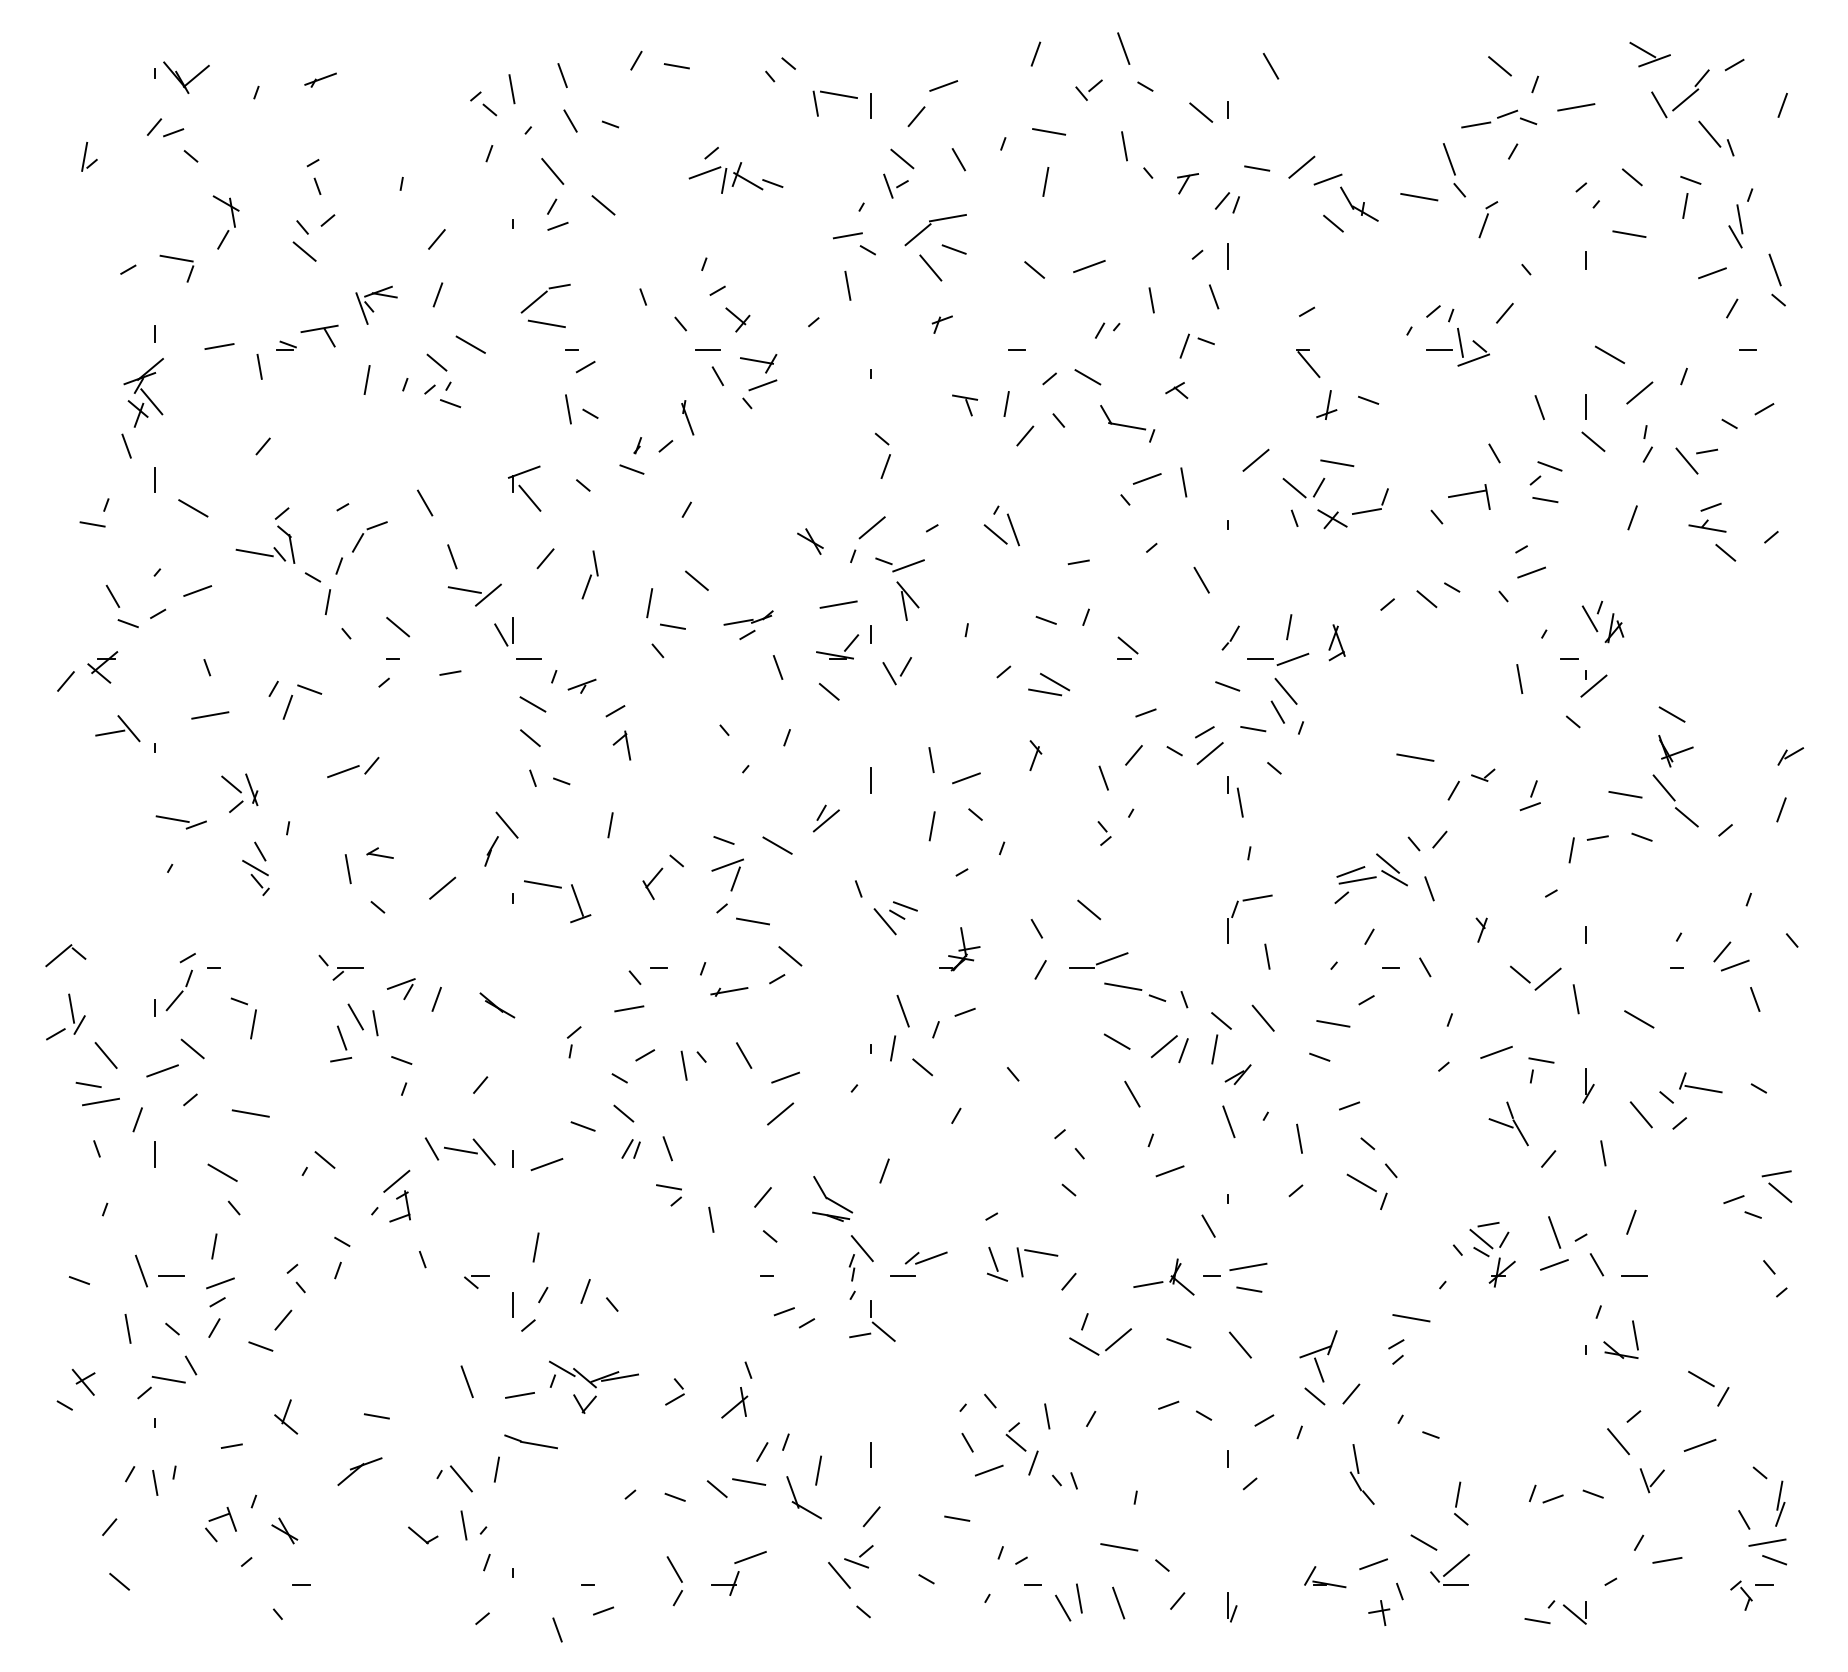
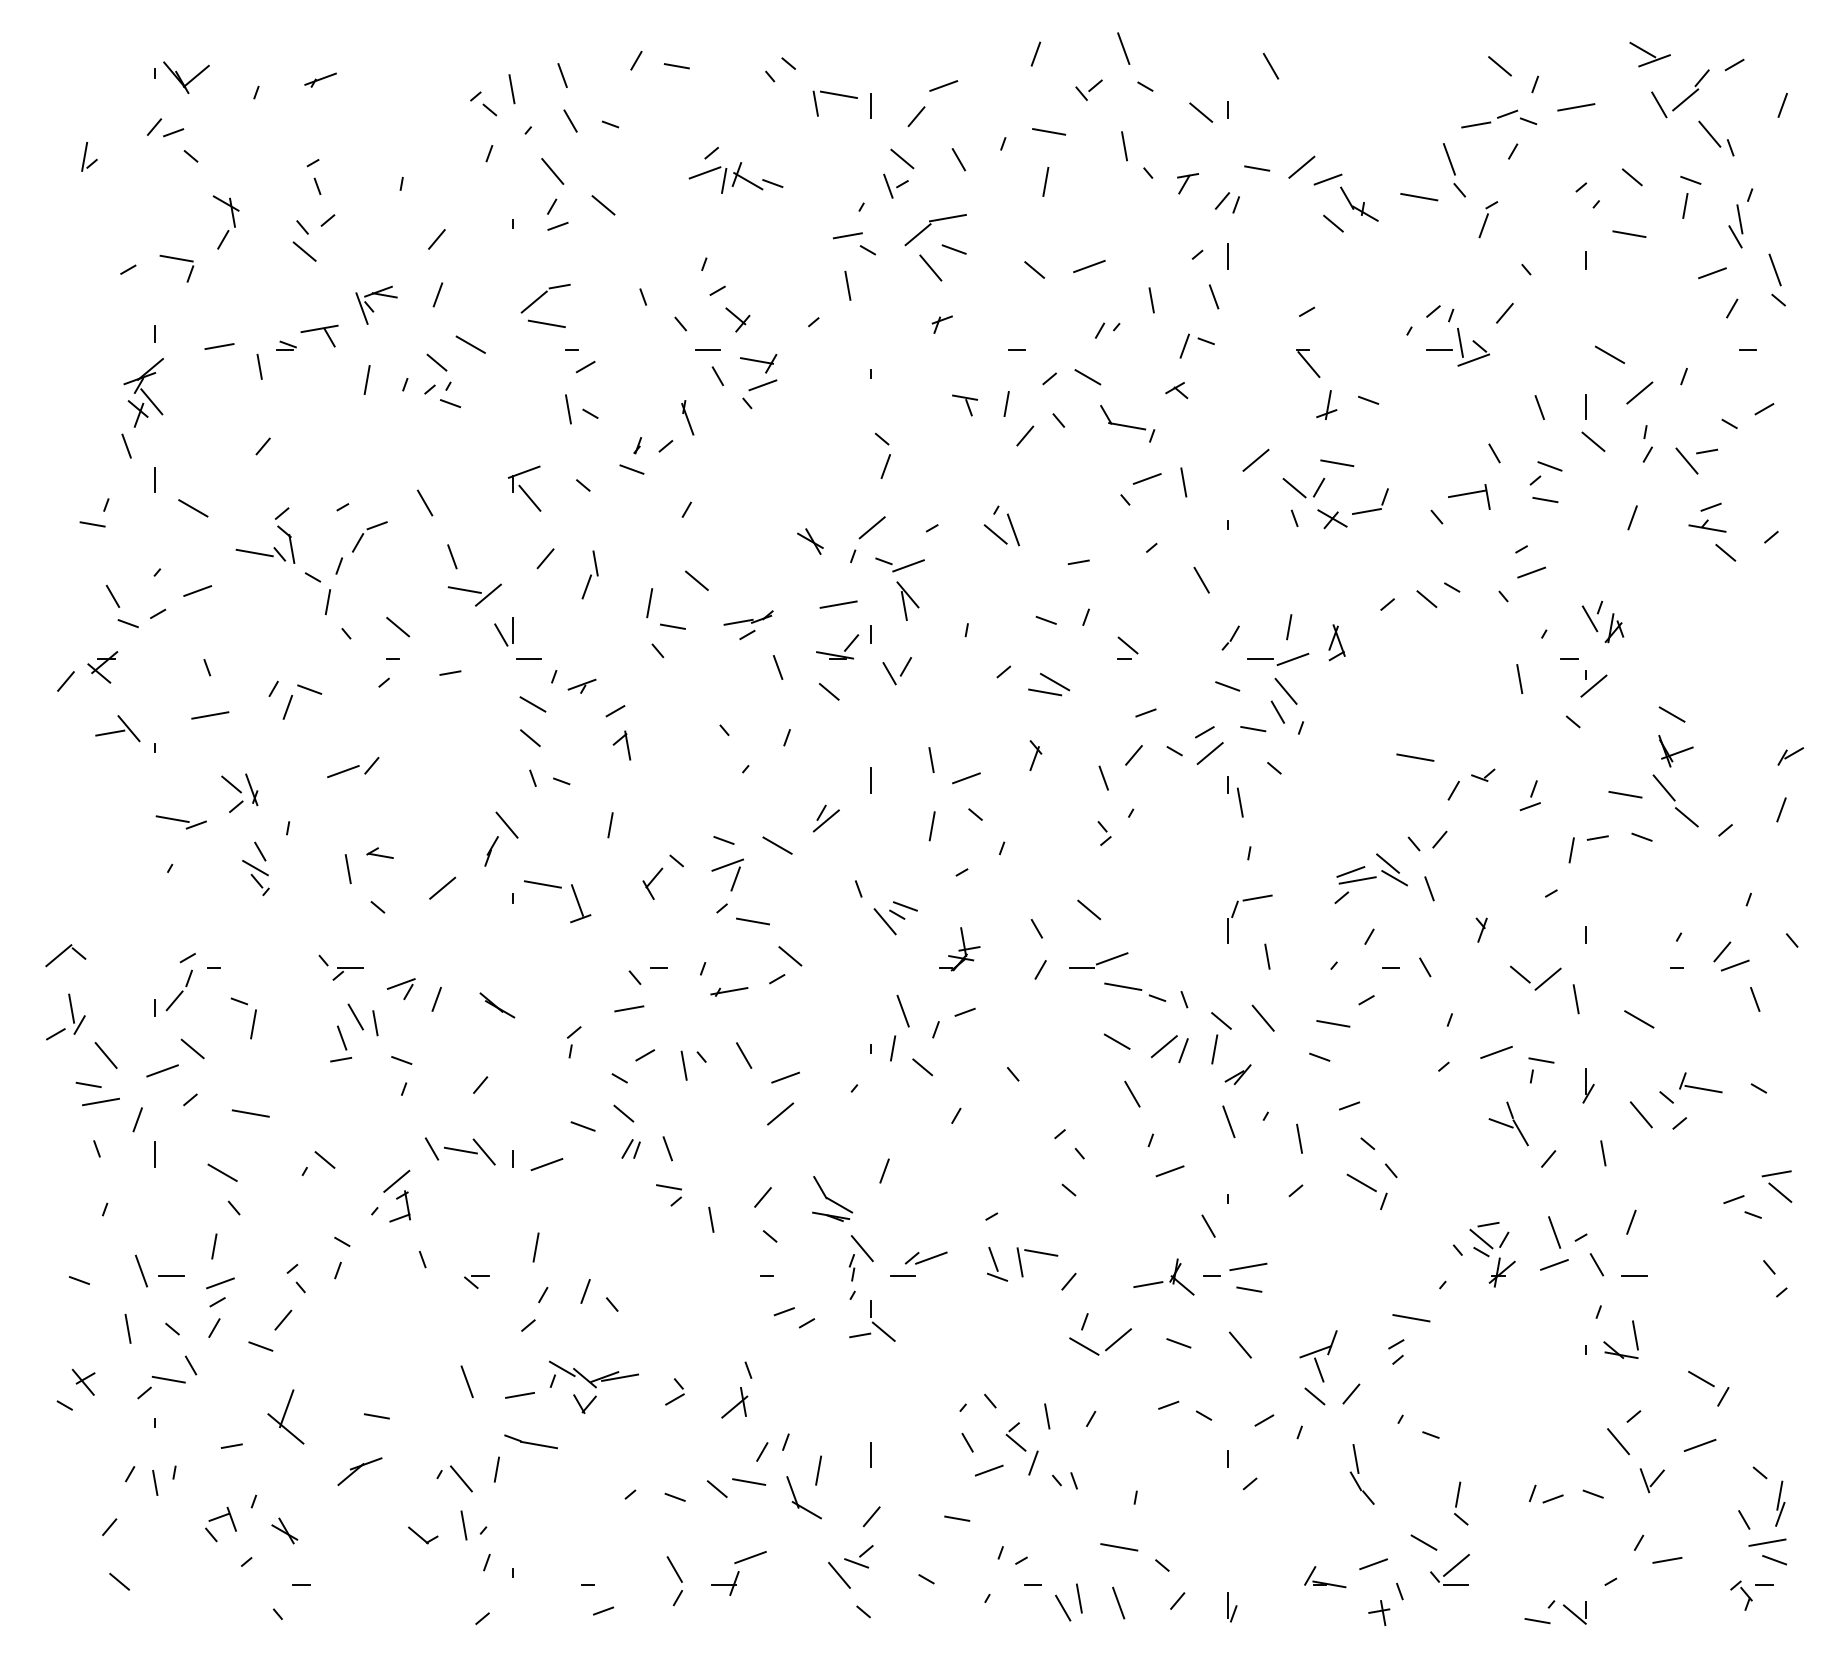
line at (512, 1304): present -> none
part at (286, 1416) size: 25x36 px -> 38x56 px
line at (557, 1629): present -> none
